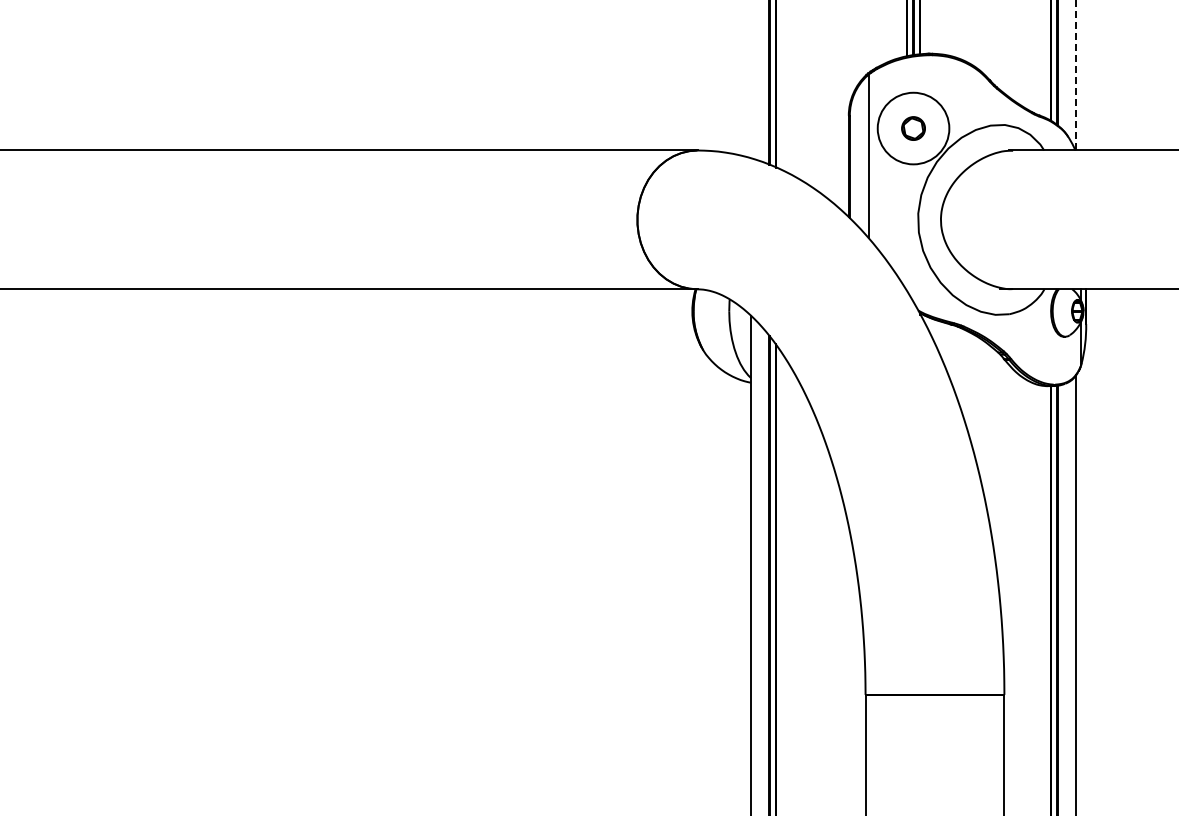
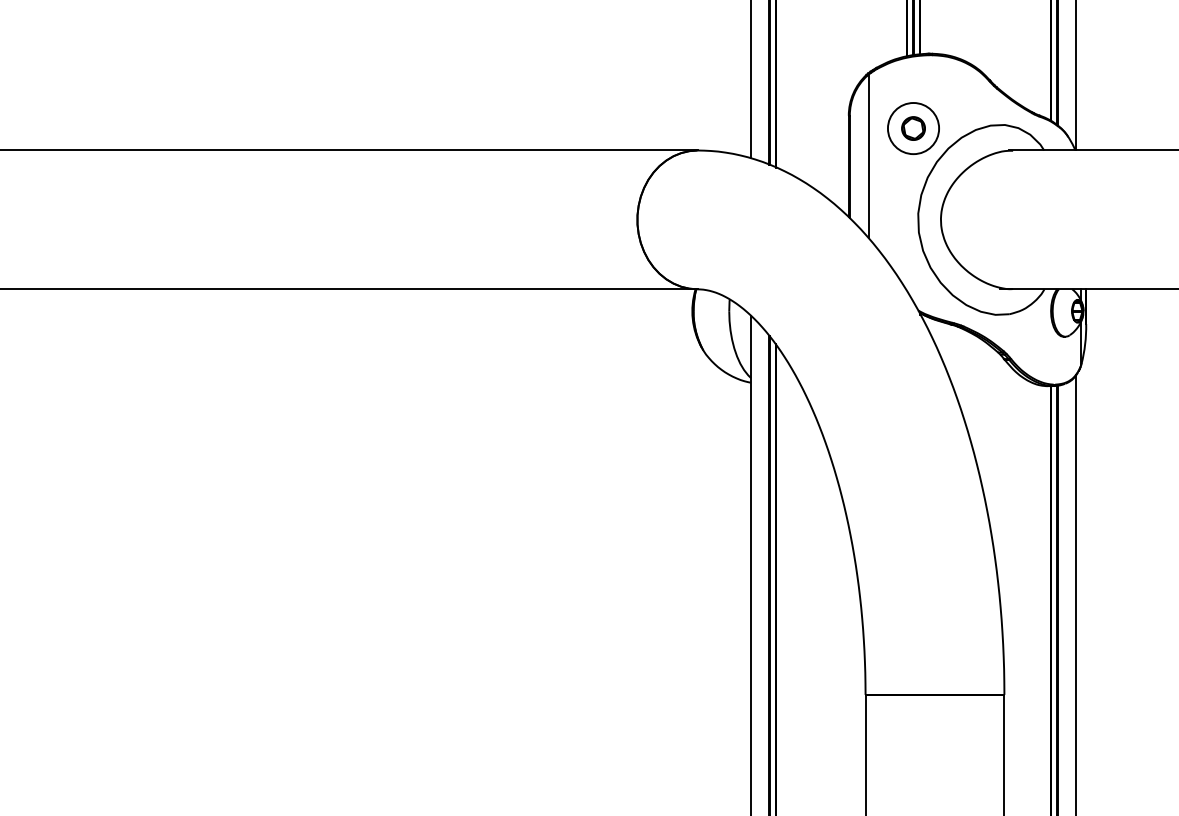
line at (1076, 75): dashed -> solid
line at (750, 80): none -> present
circle at (913, 128) diameter: 72 px -> 51 px
